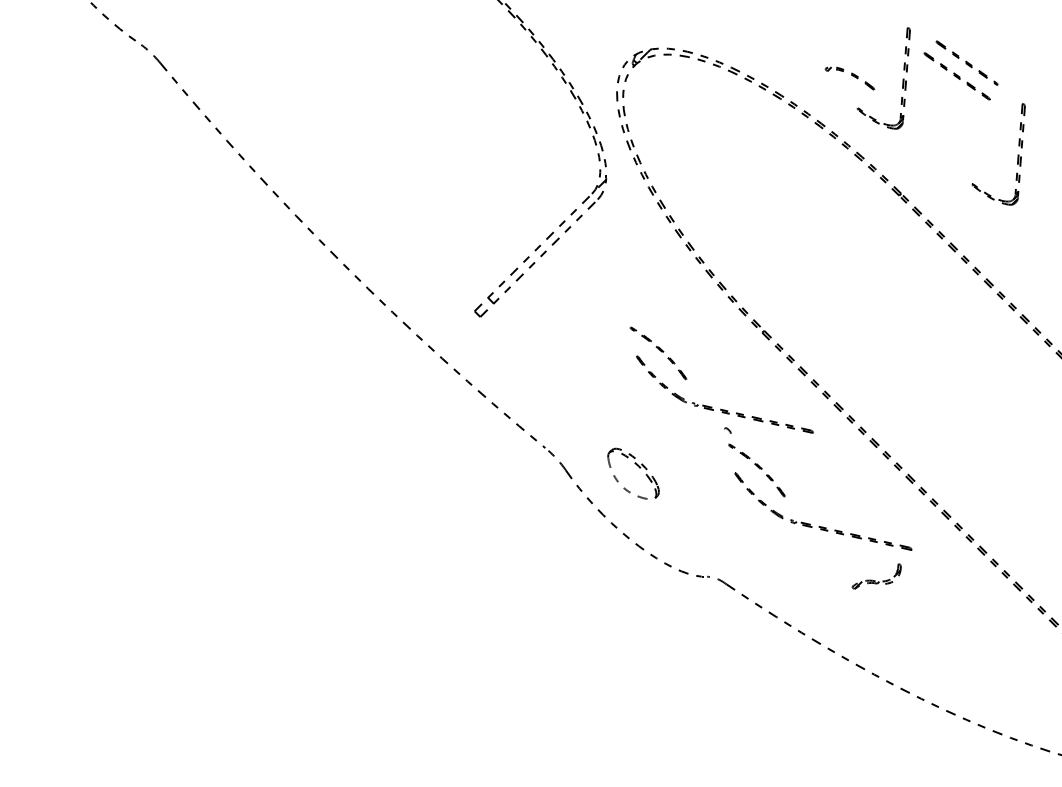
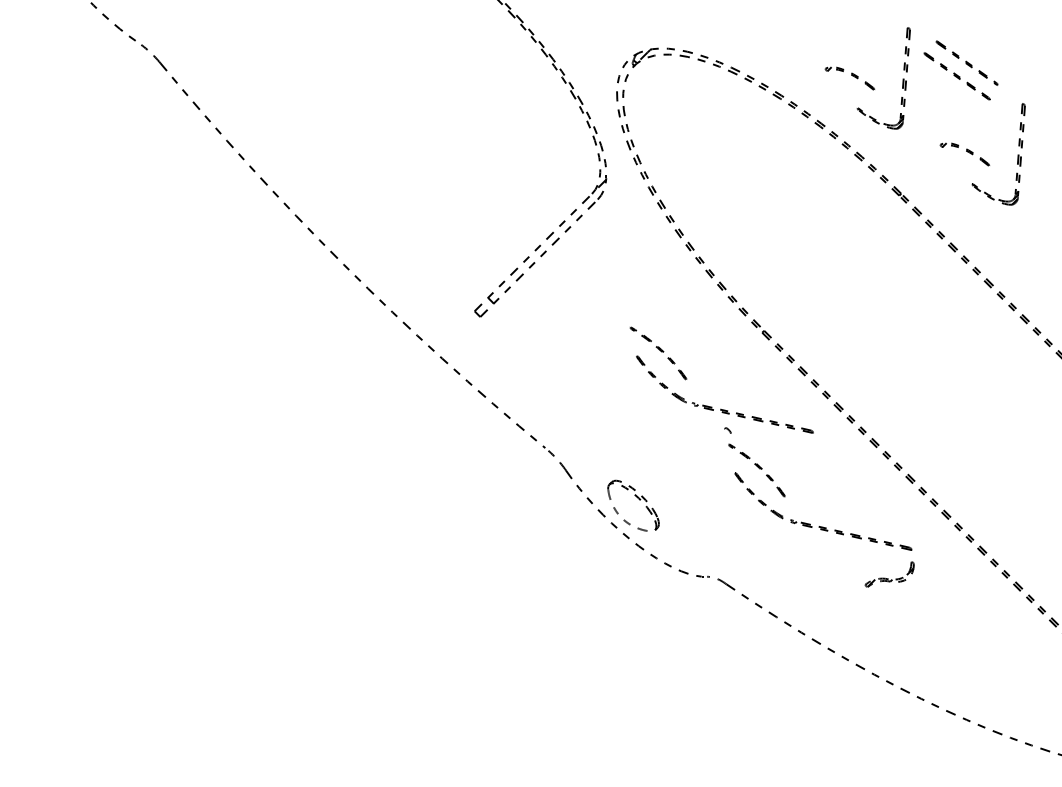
part at (964, 154): none -> present
part at (638, 467) position: (638, 467) -> (638, 499)
part at (876, 576) position: (876, 576) -> (889, 574)
